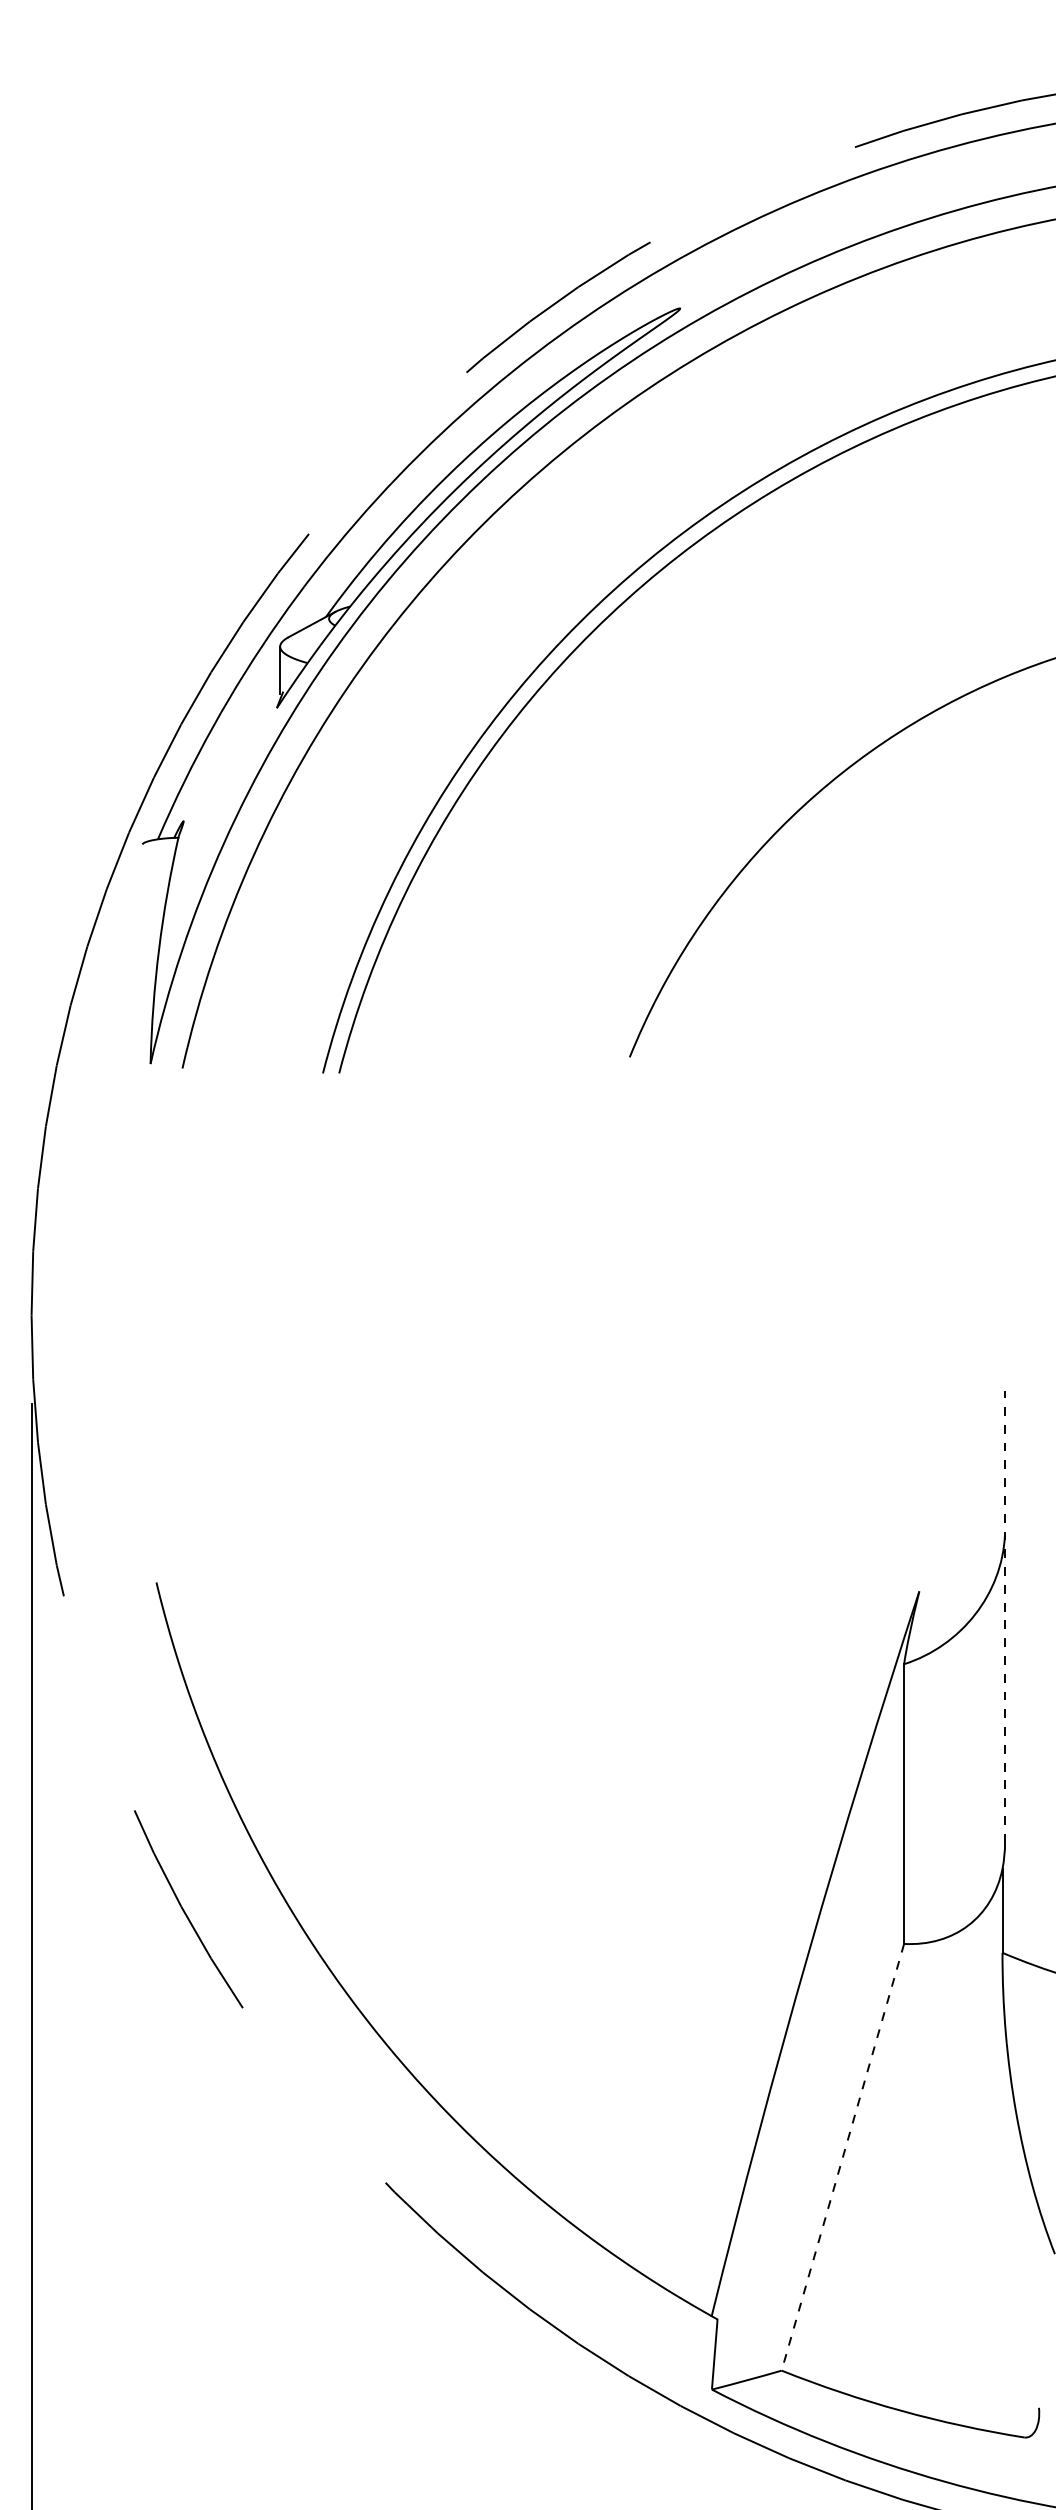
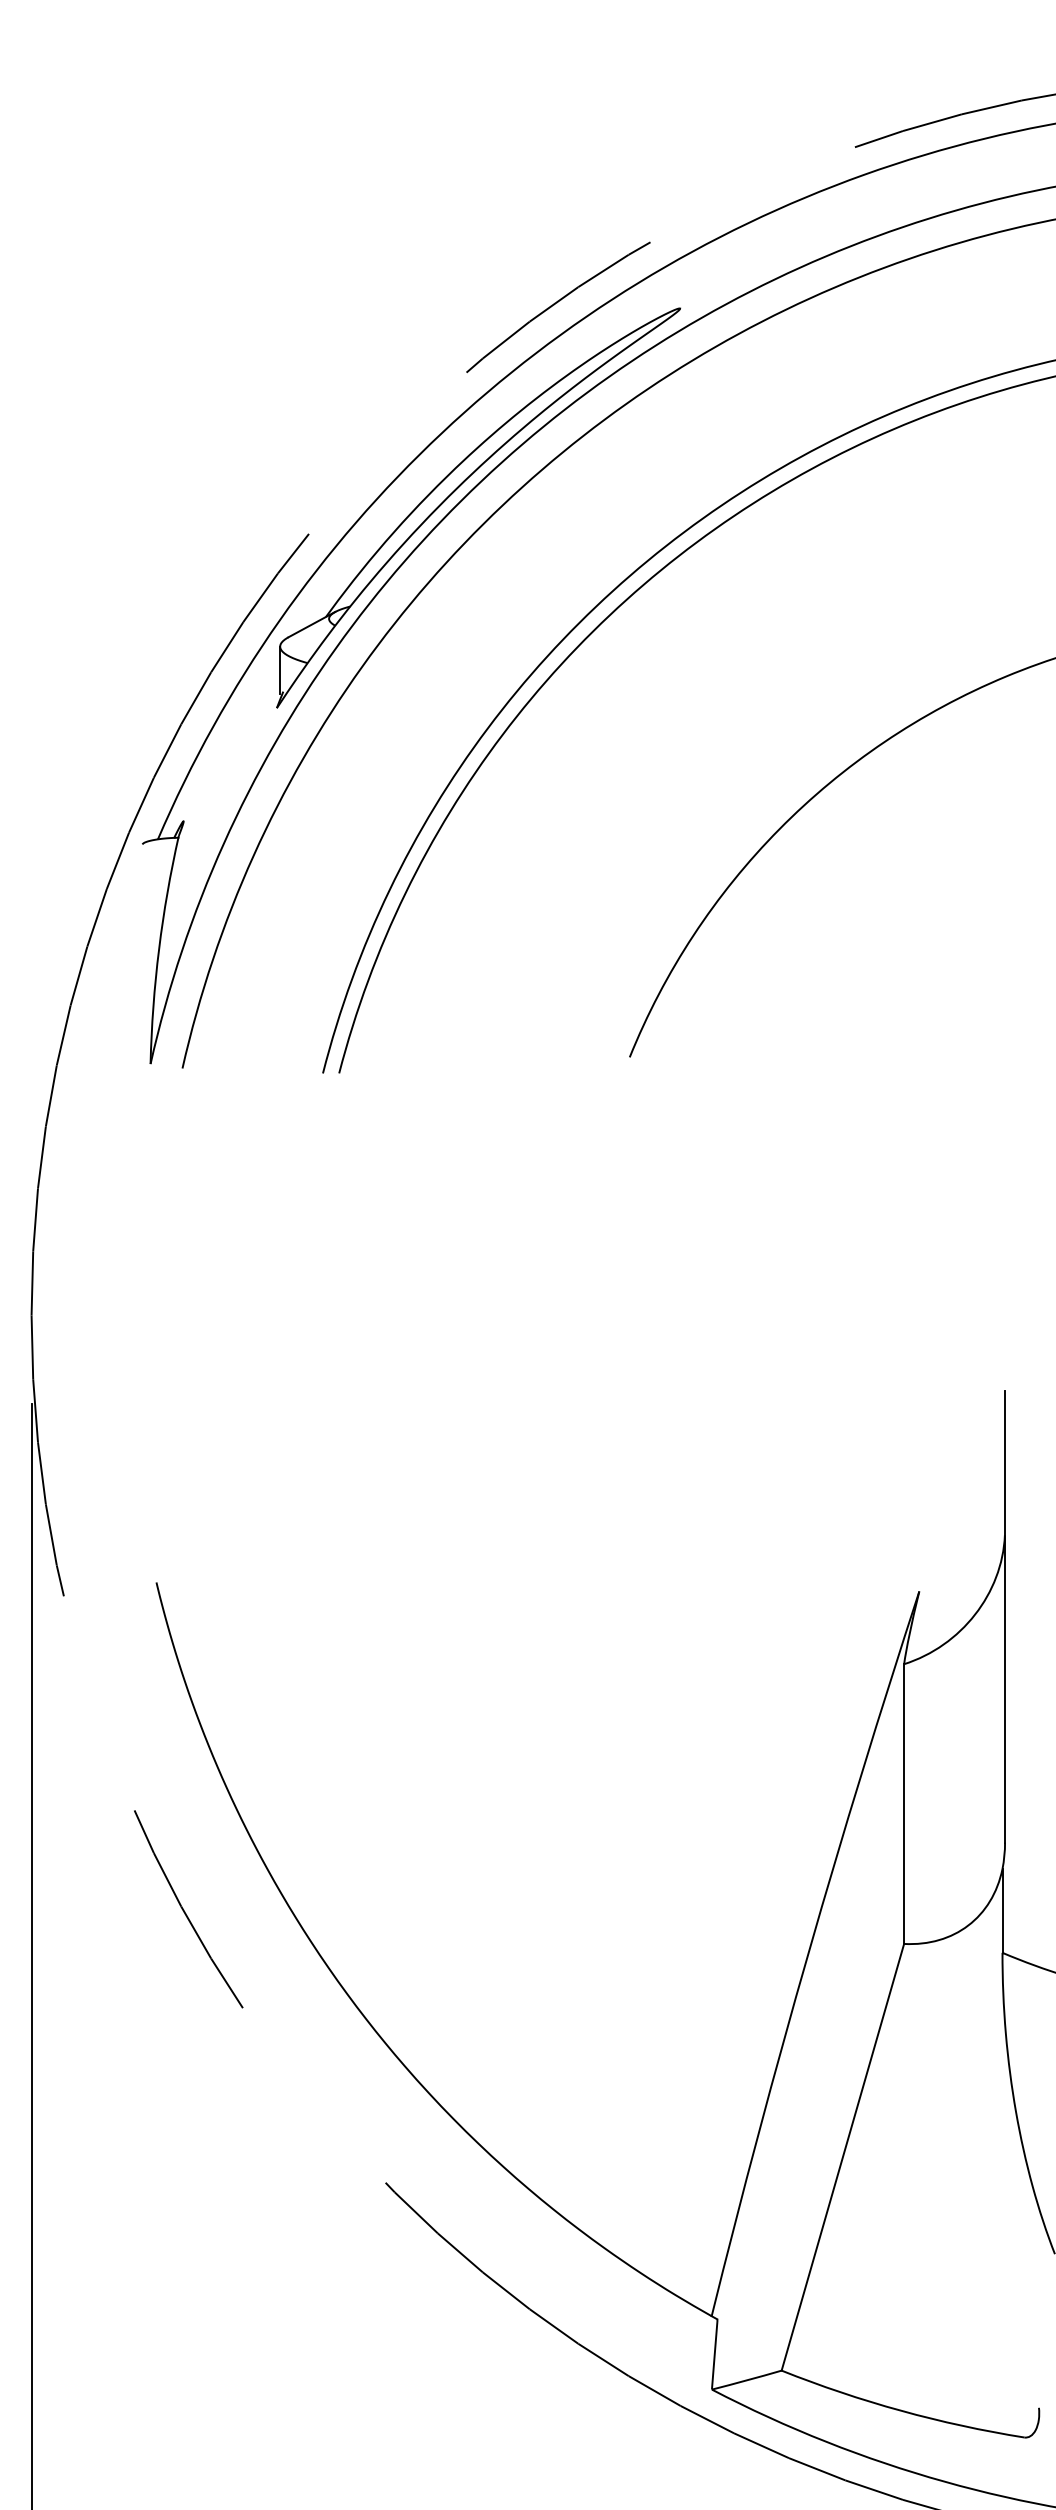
line at (1005, 1616): dashed -> solid
line at (842, 2157): dashed -> solid
